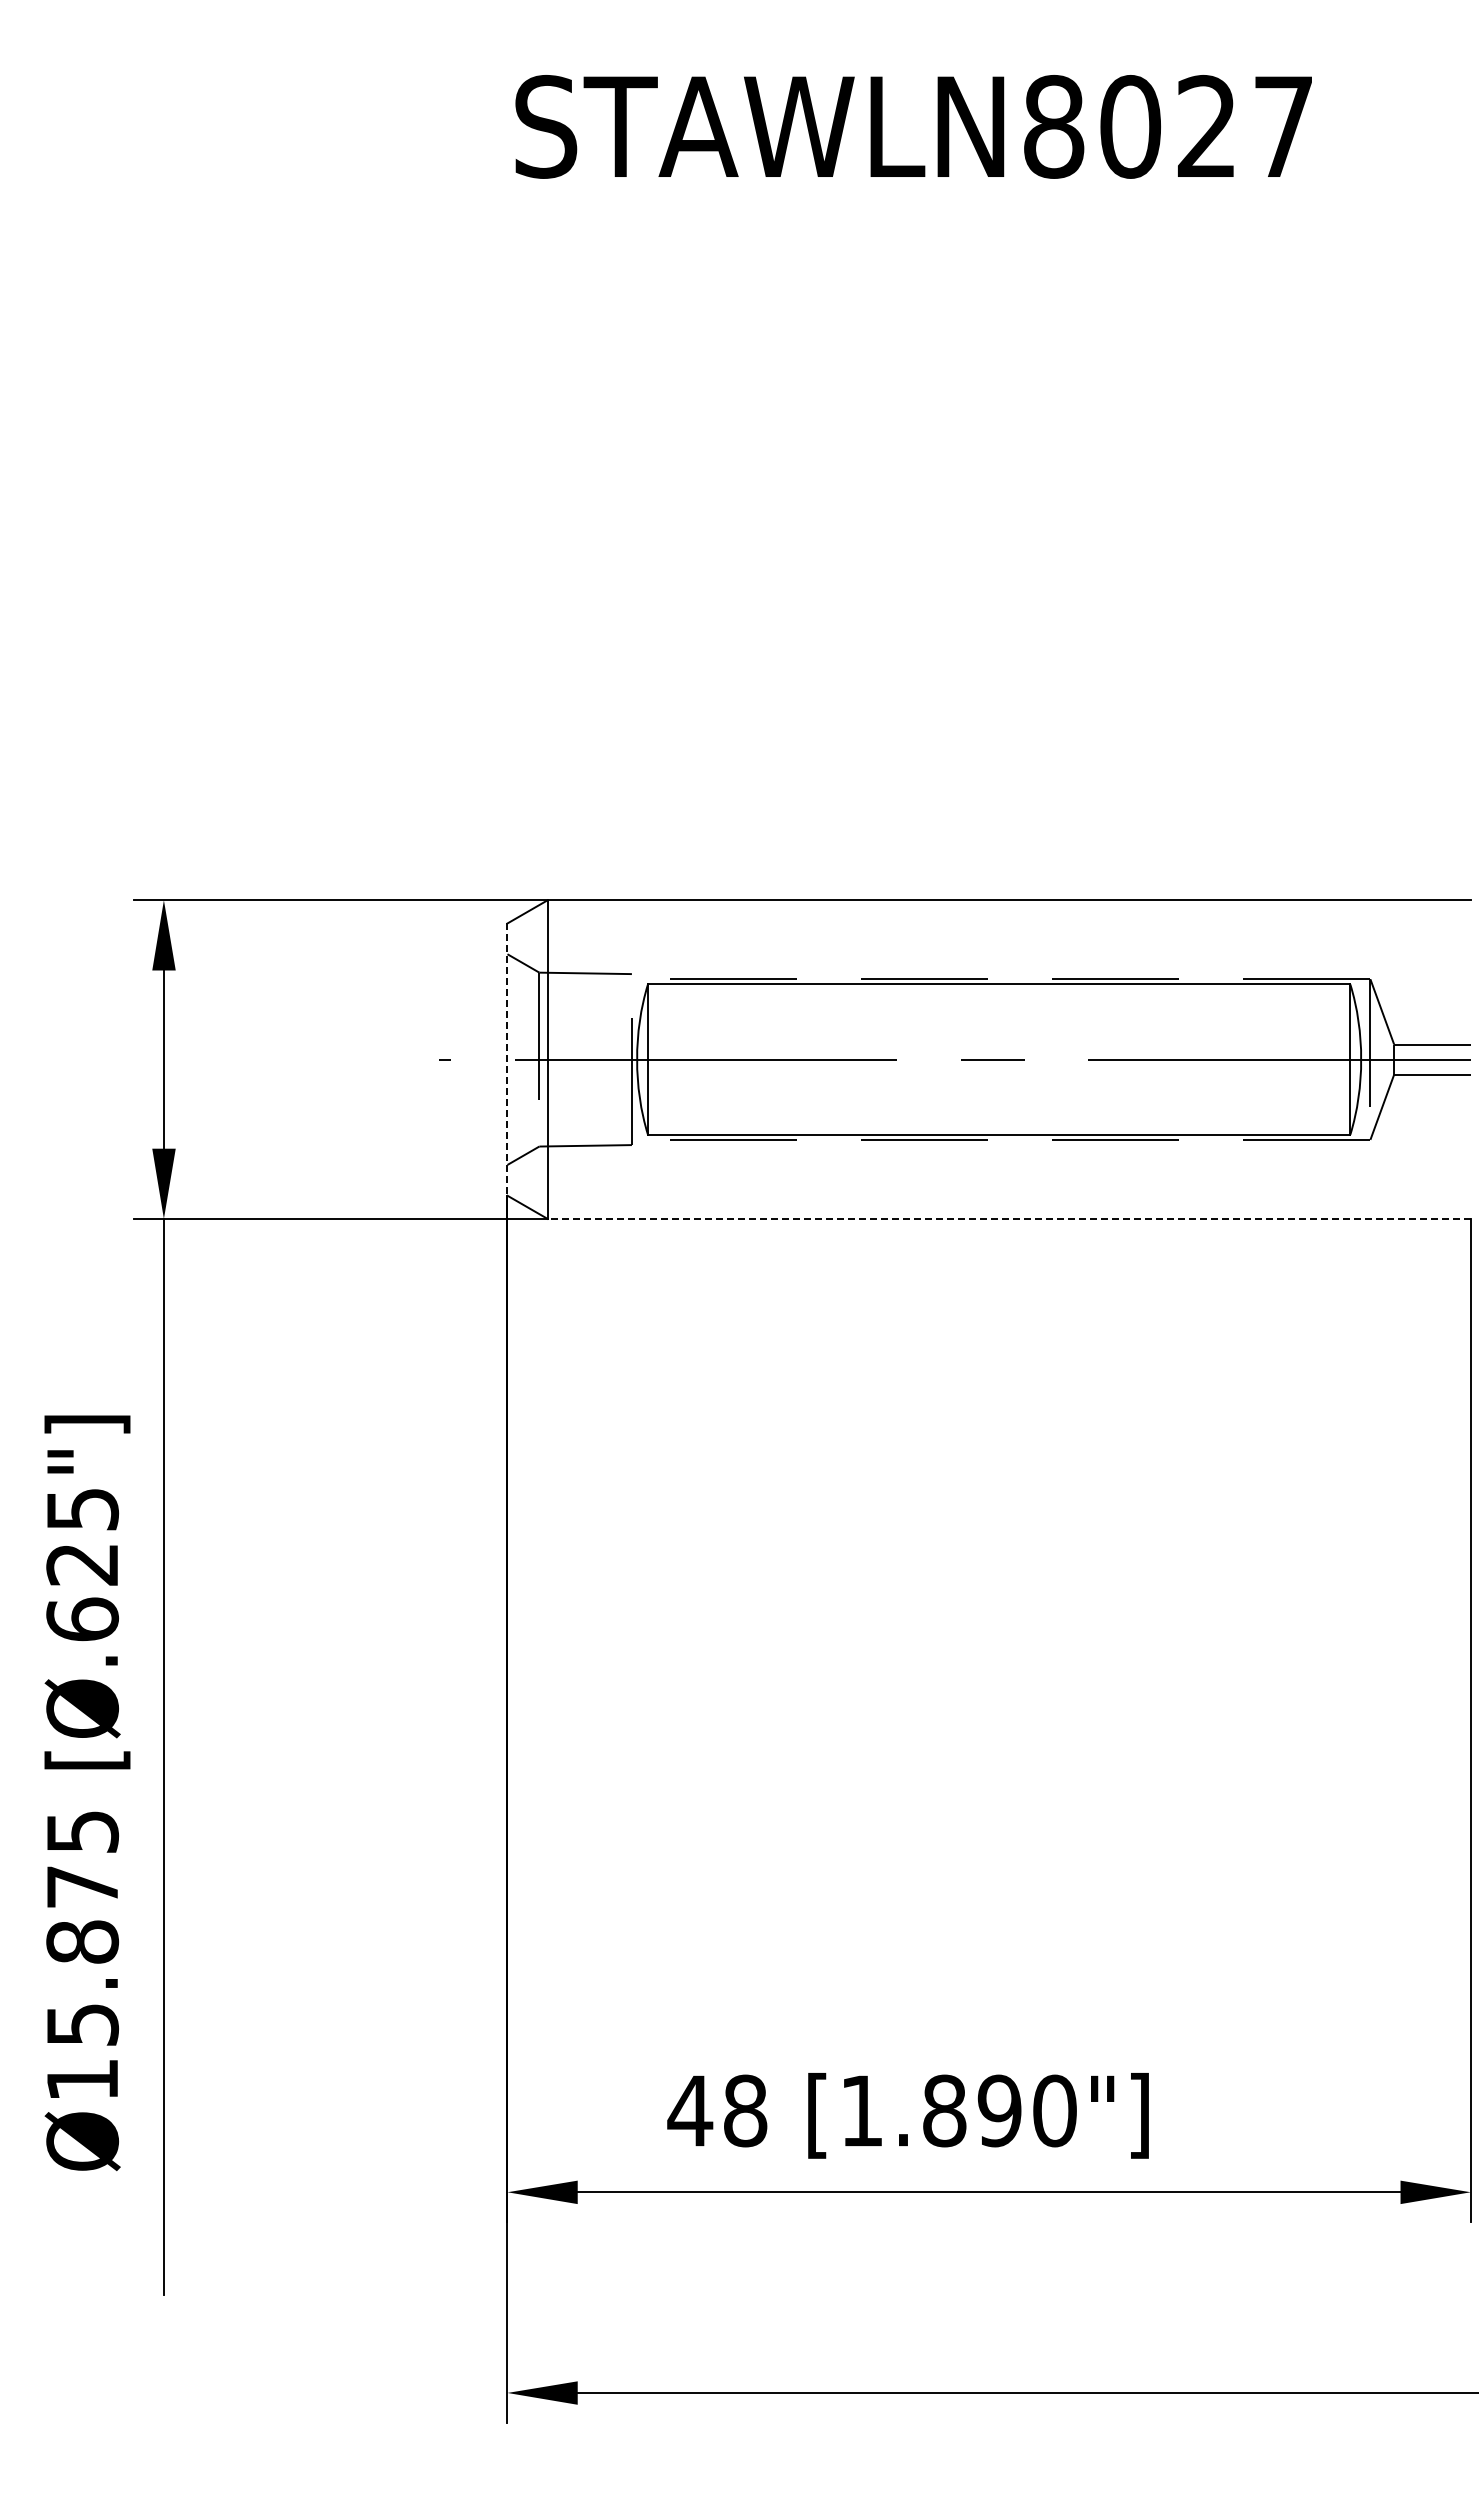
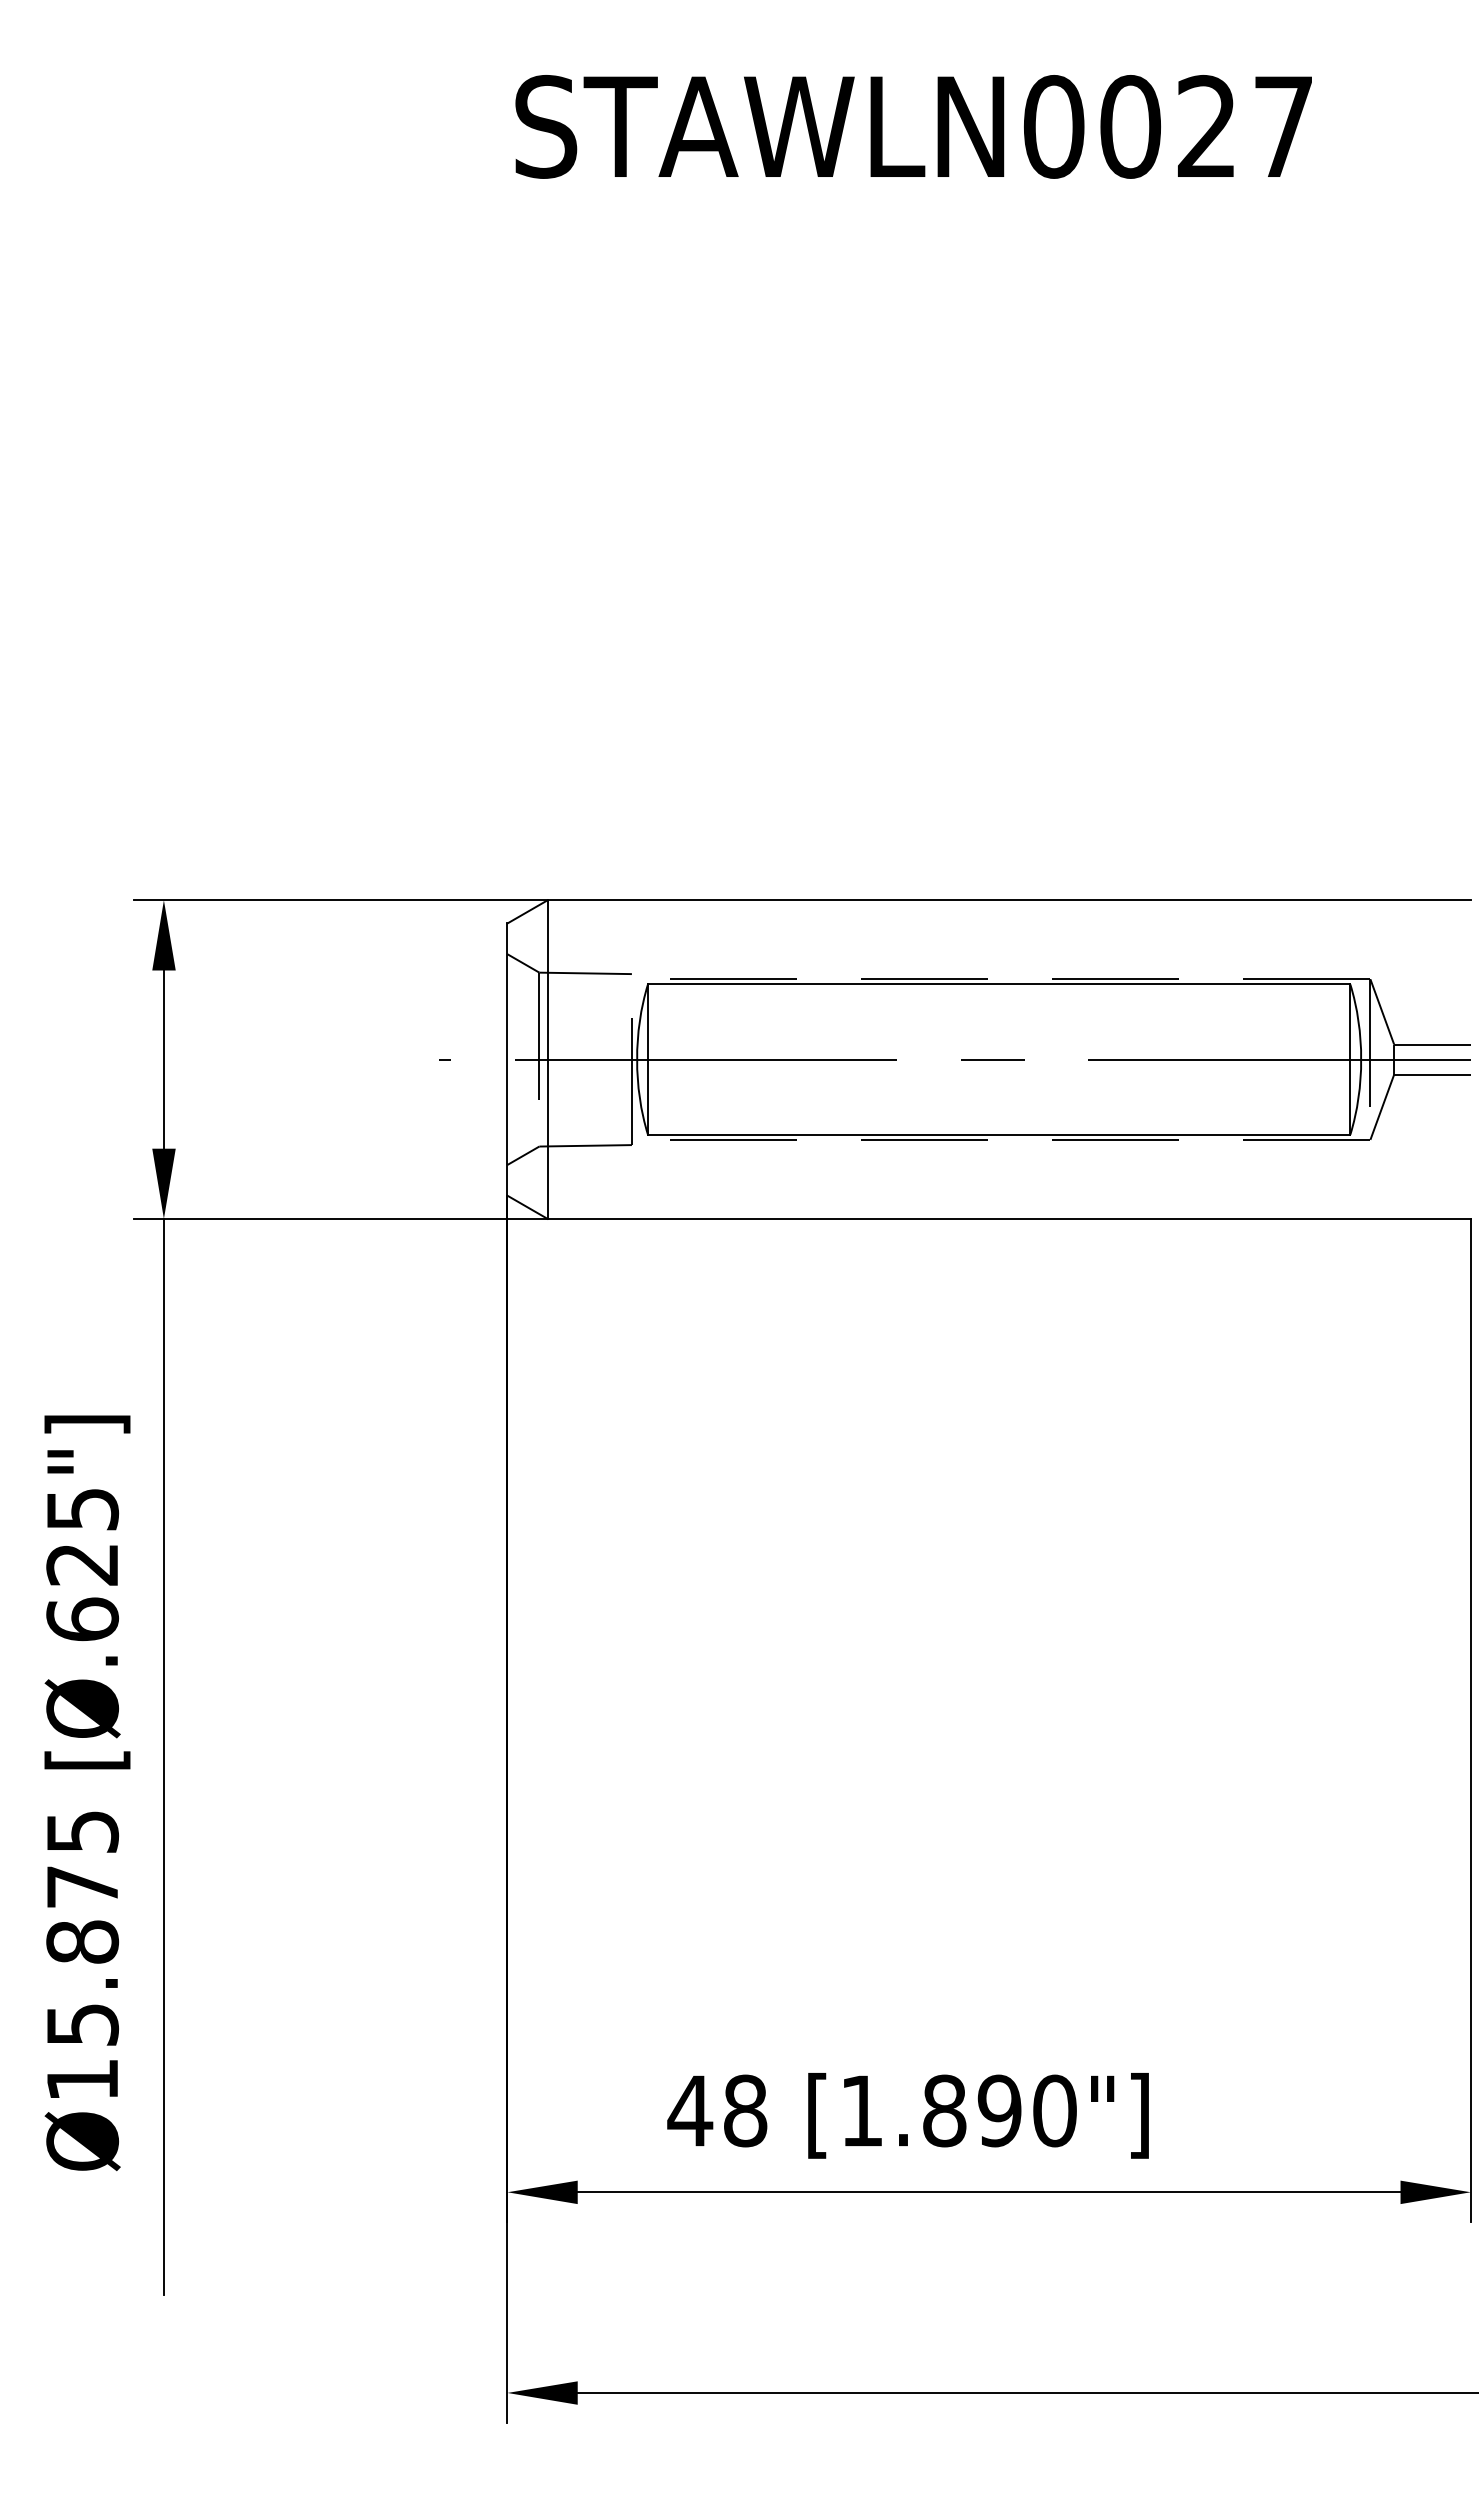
text at (1053, 126): STAWLN8027 -> STAWLN0027
line at (507, 1060): dashed -> solid
line at (1009, 1218): dashed -> solid
